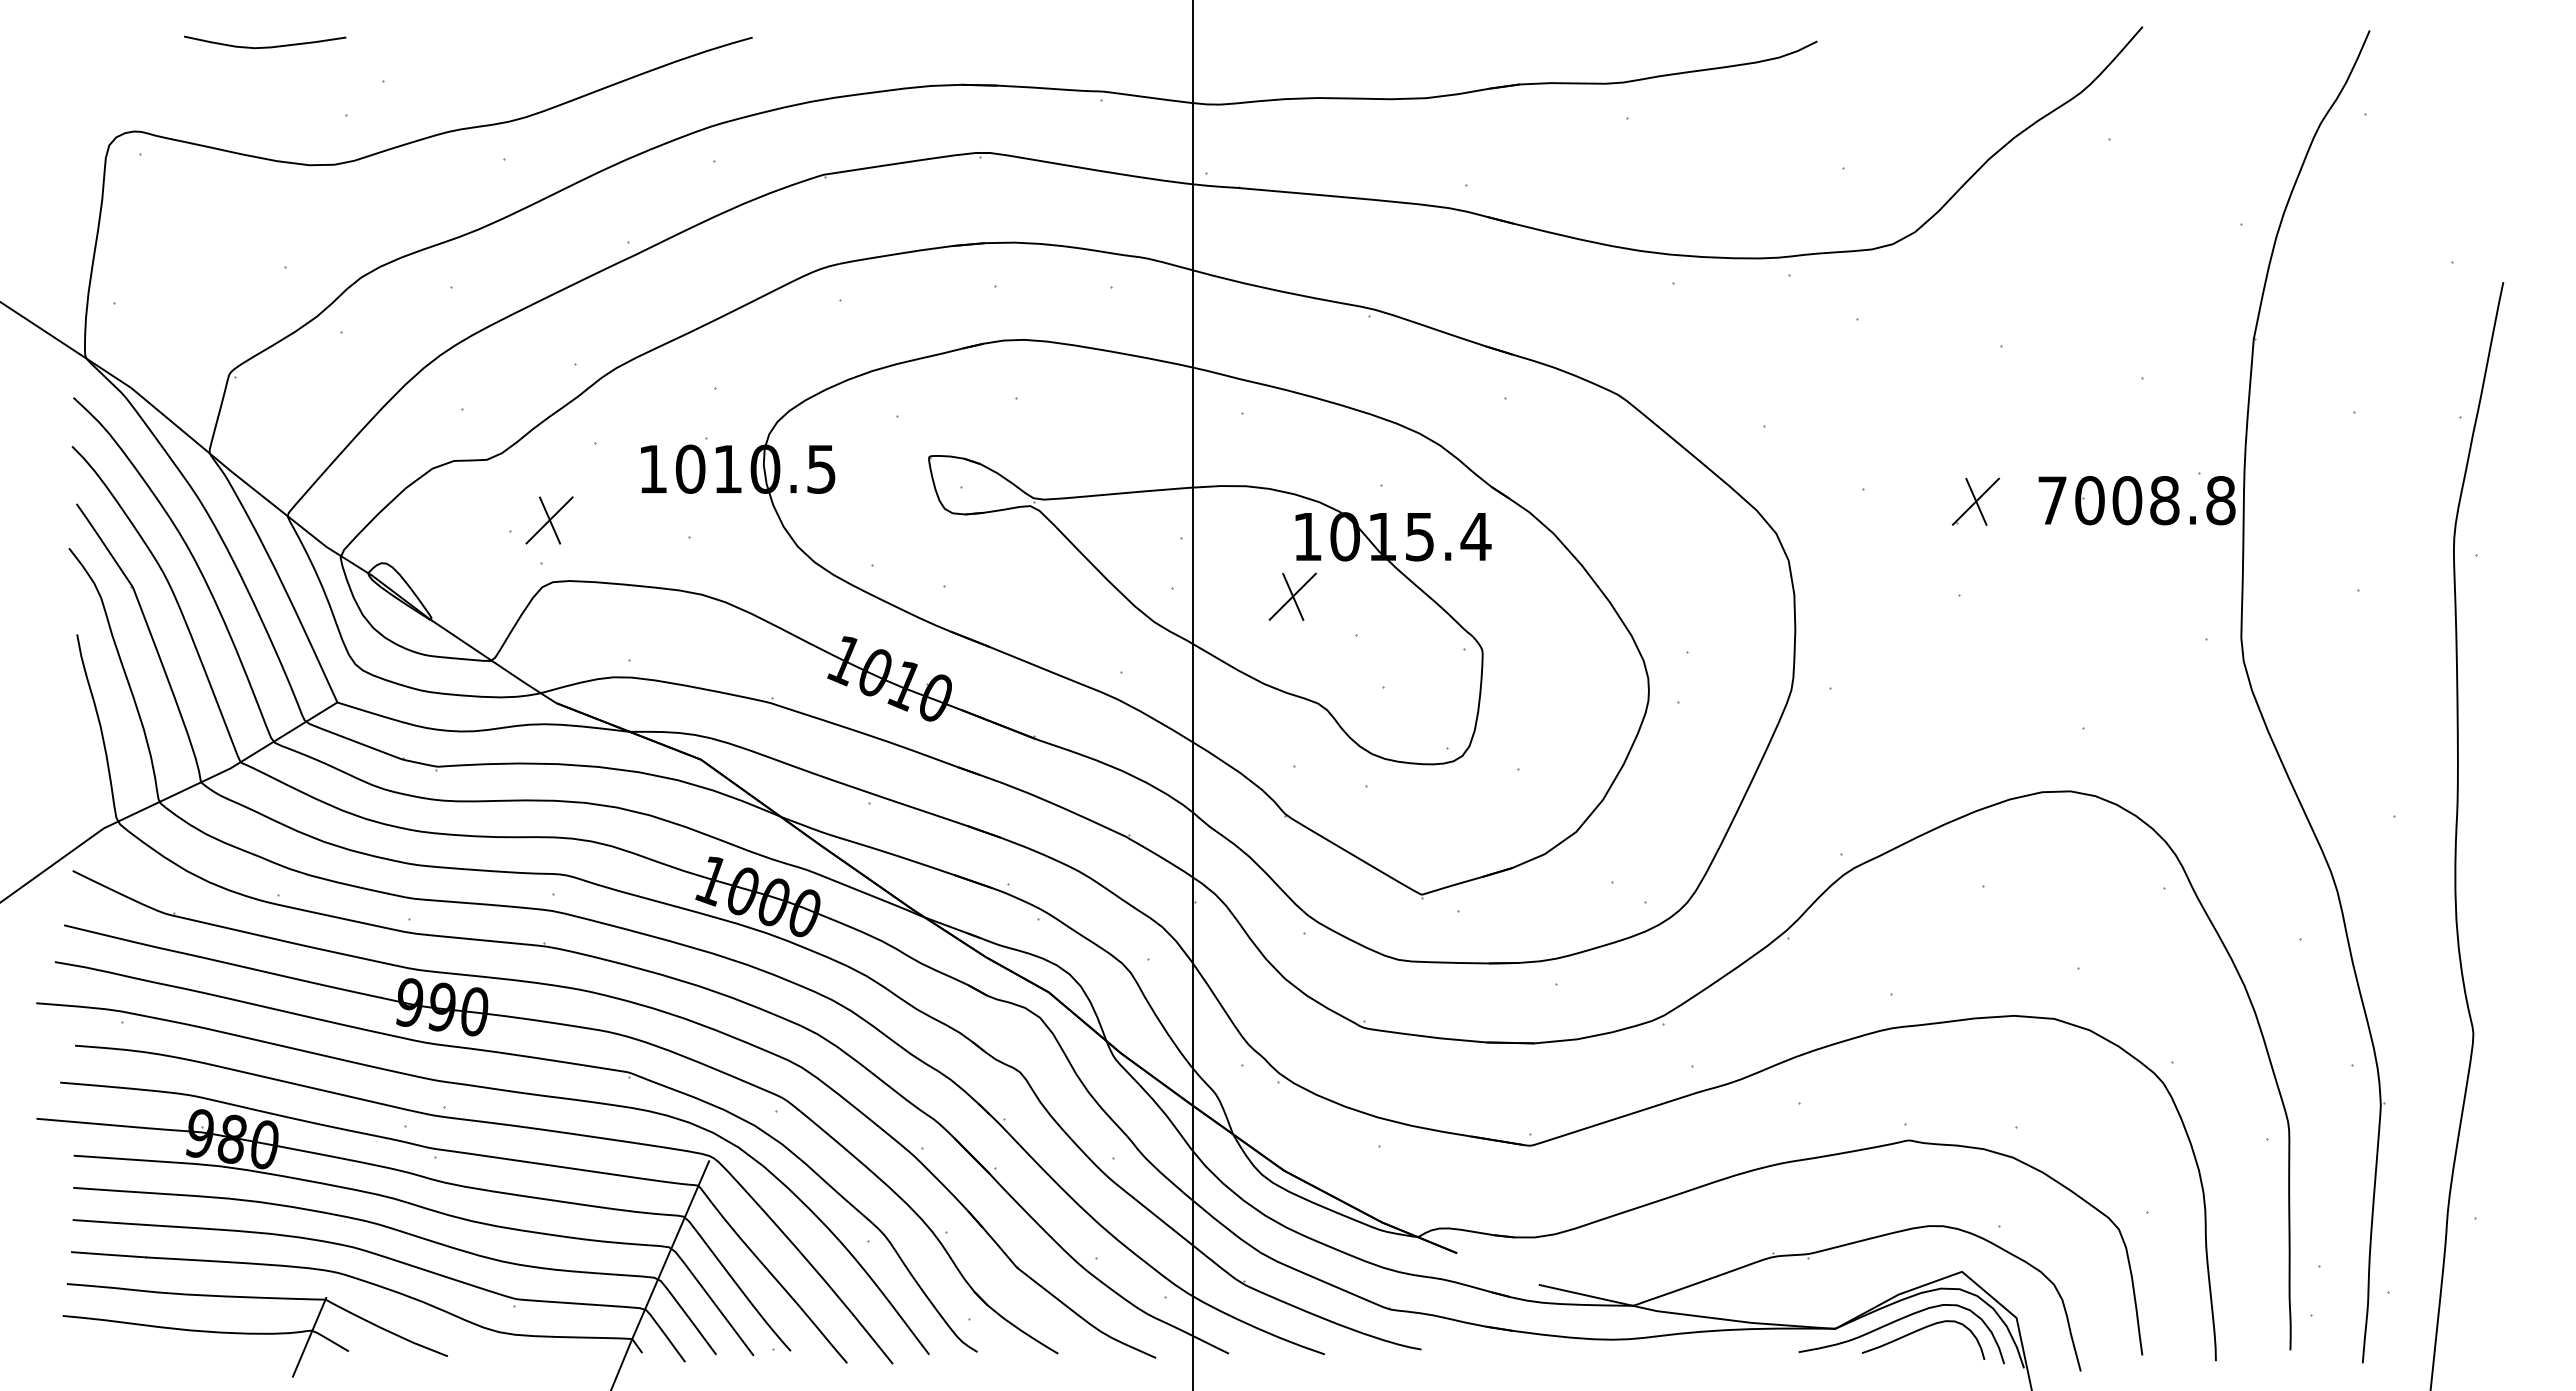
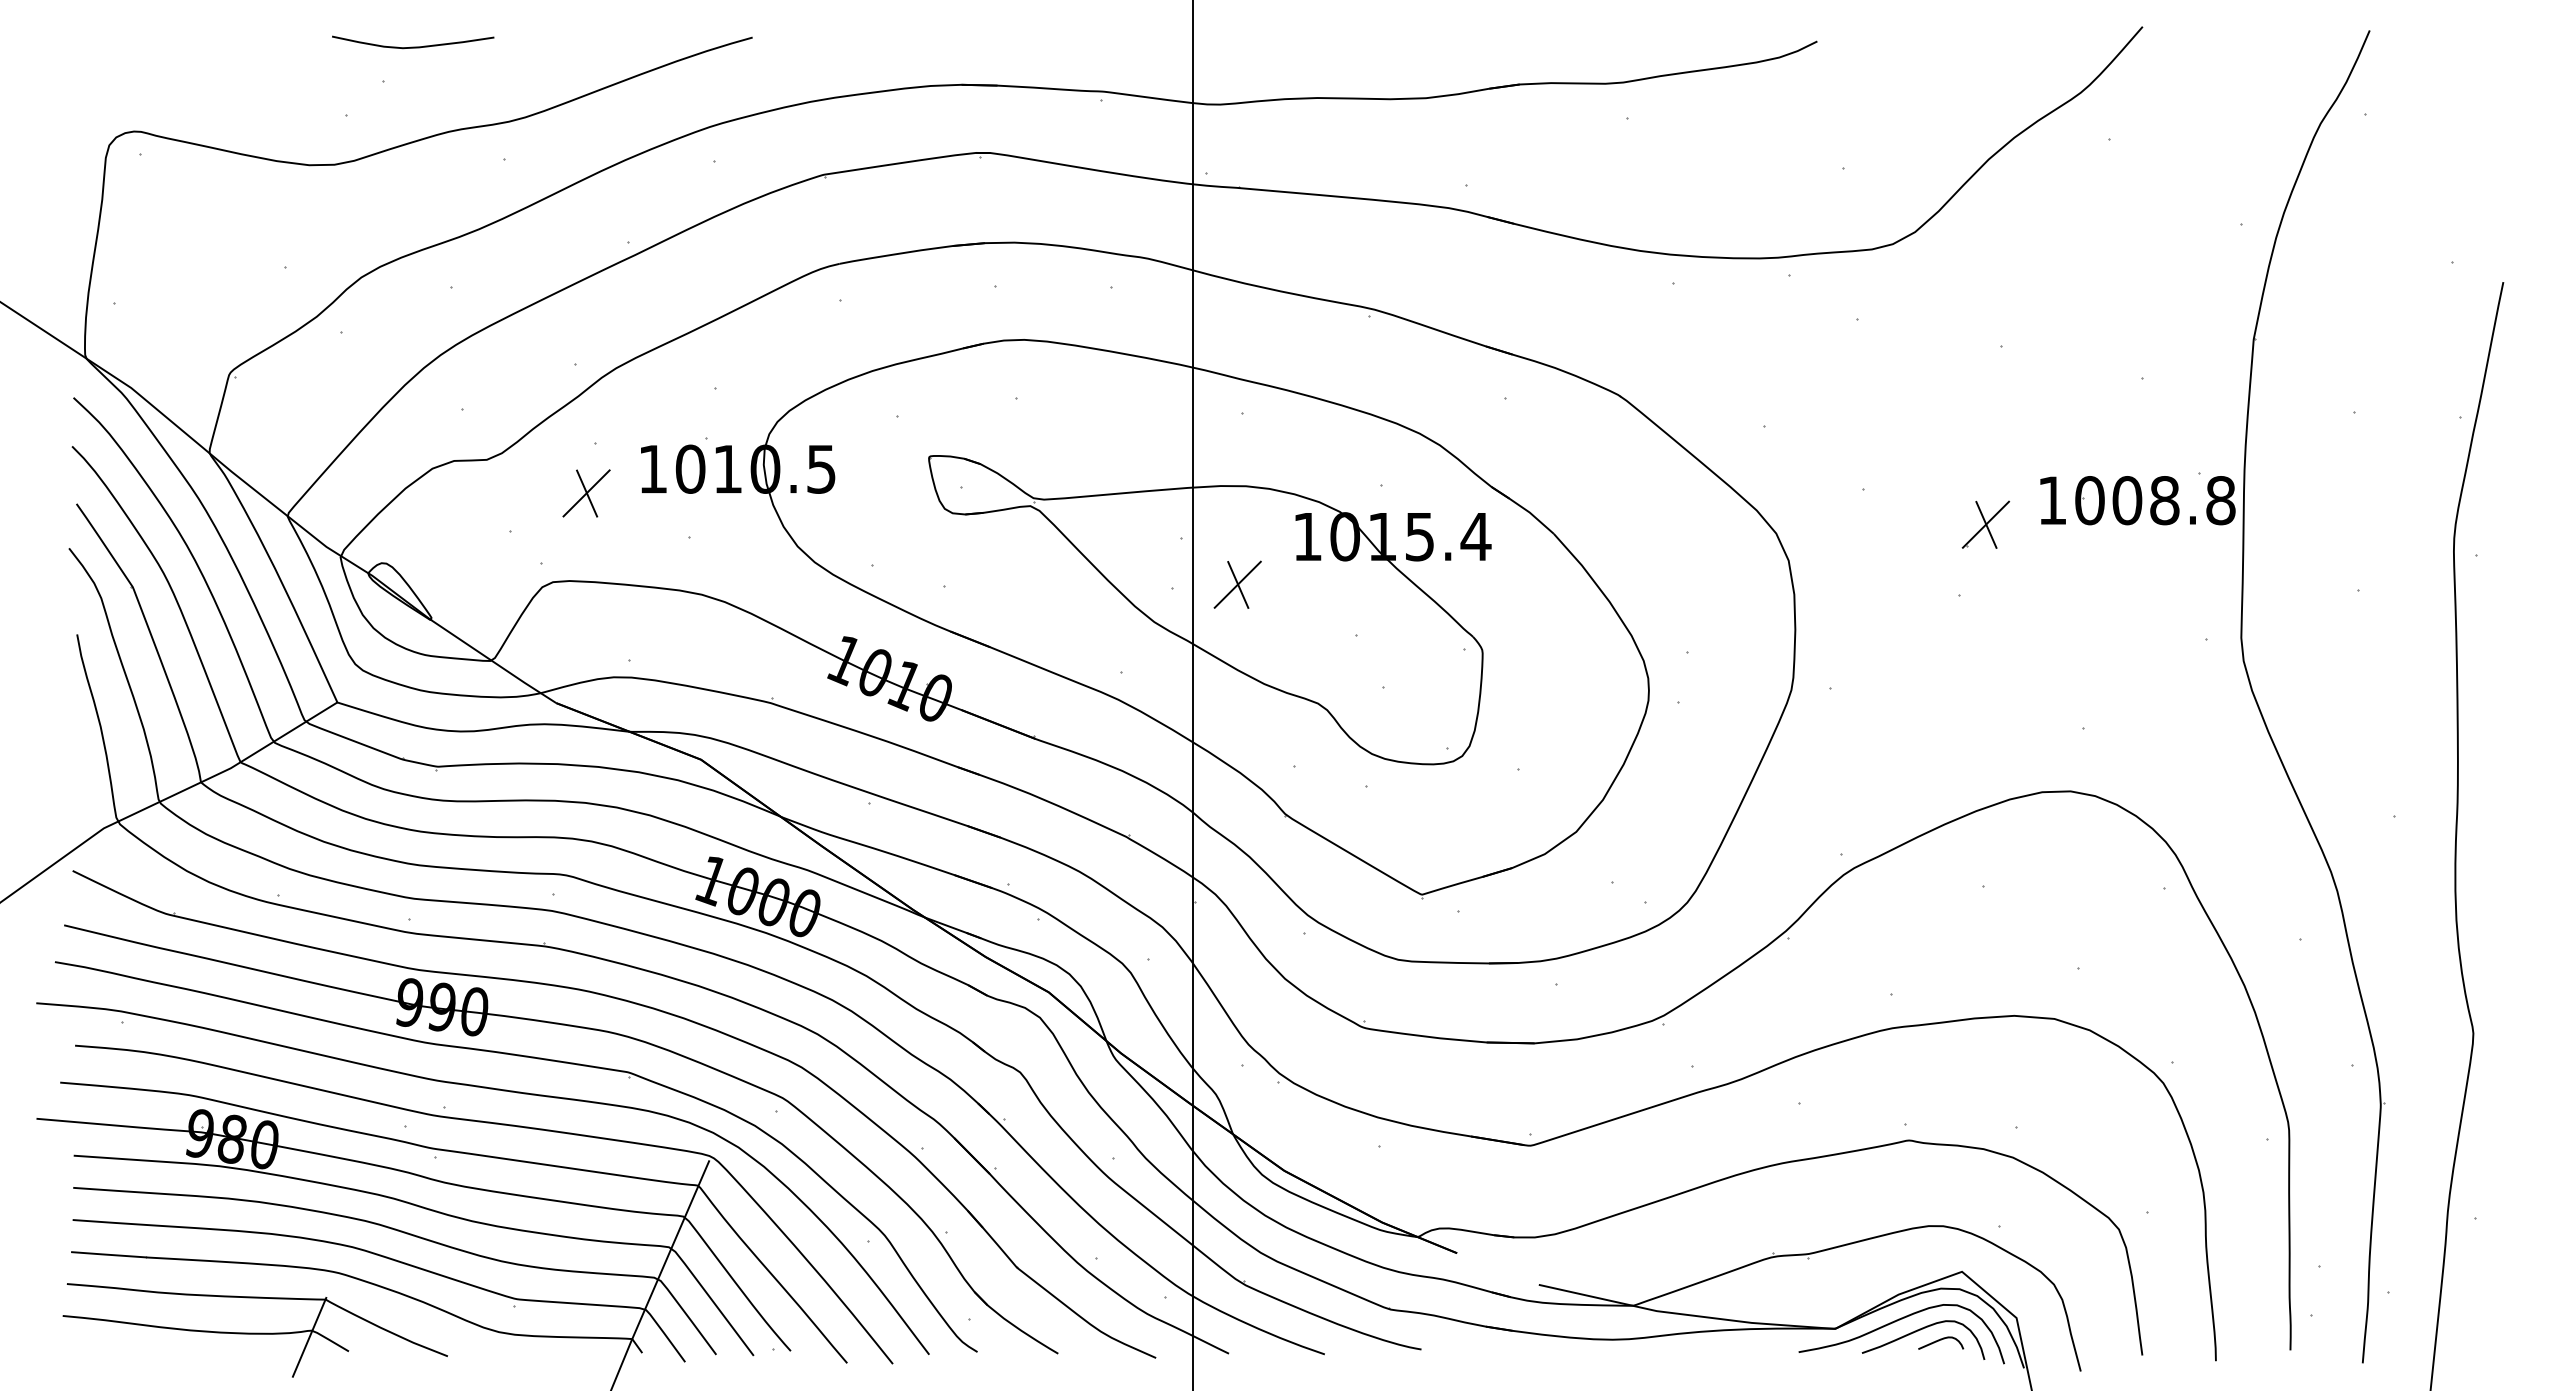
curve at (265, 46) position: (265, 46) -> (413, 46)
text at (2052, 500): 7008.8 -> 1008.8
part at (1975, 501) position: (1975, 501) -> (1985, 524)
part at (549, 520) position: (549, 520) -> (586, 493)
part at (1292, 596) position: (1292, 596) -> (1237, 584)
curve at (1941, 1340): none -> present
